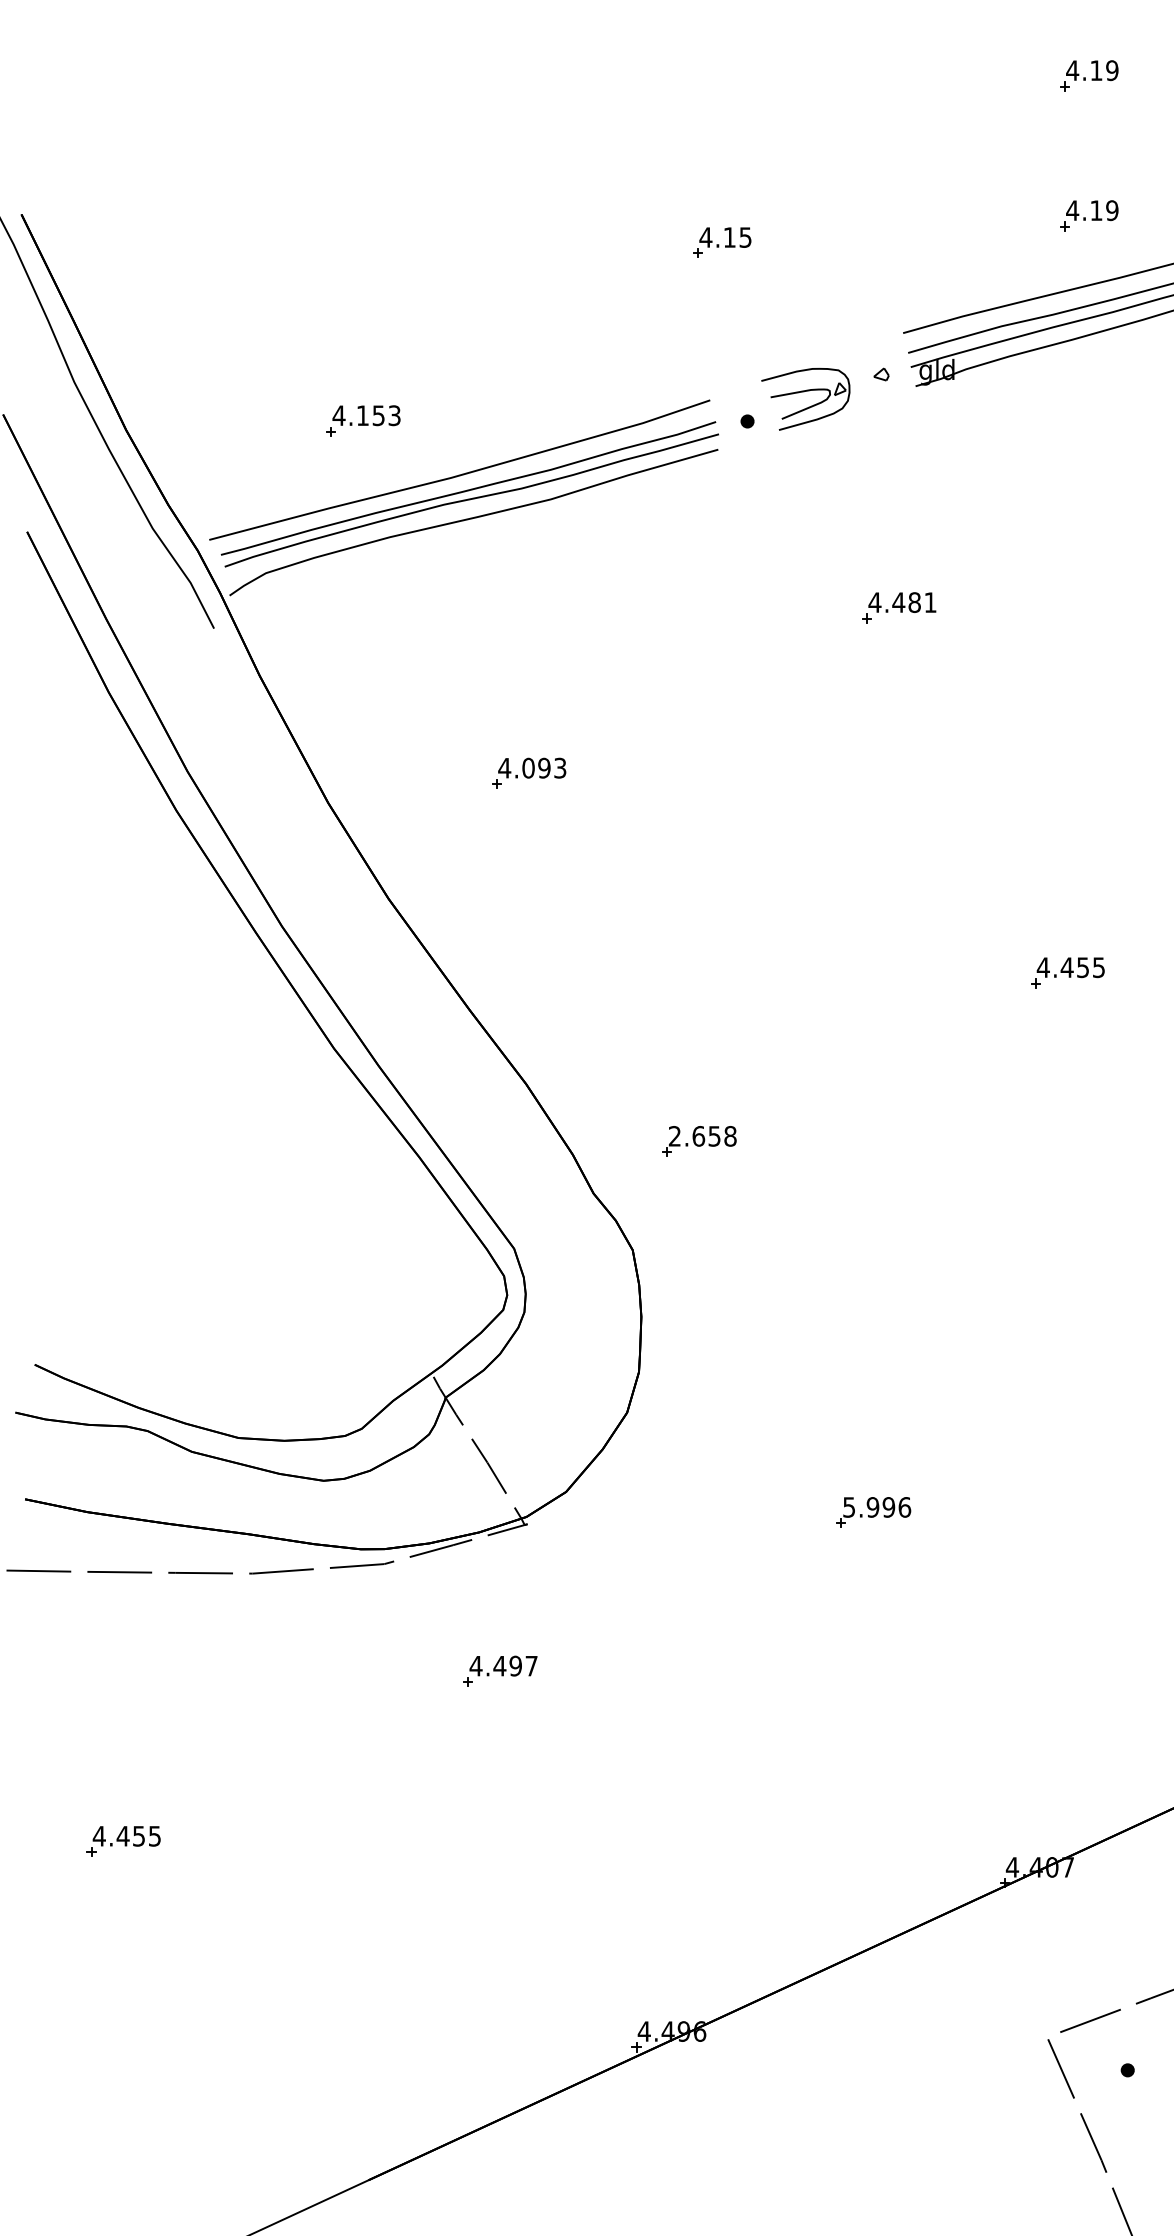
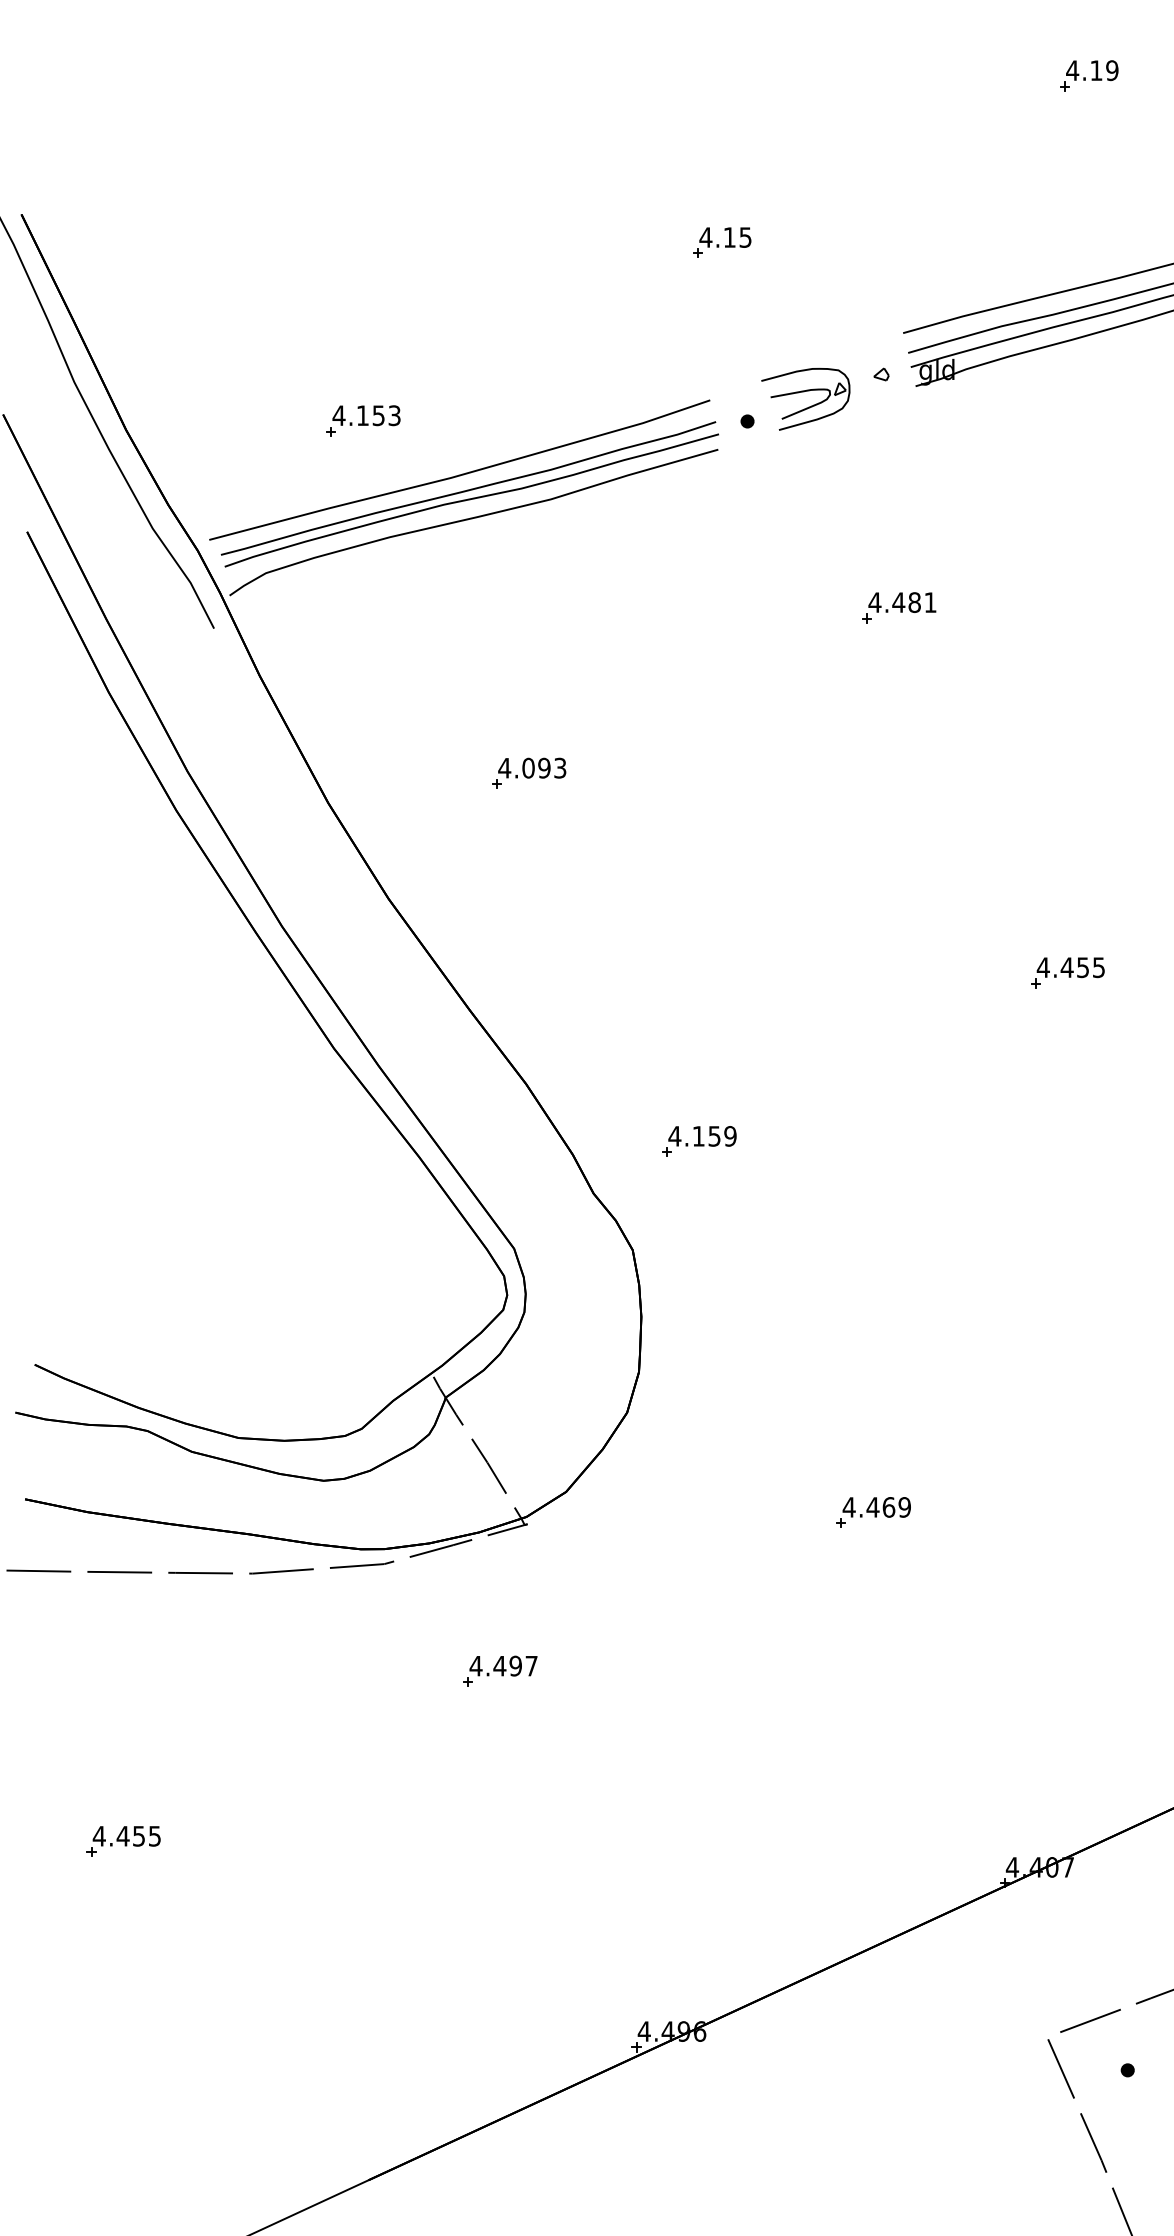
part at (1089, 215): present -> none
text at (702, 1136): 2.658 -> 4.159
text at (876, 1507): 5.996 -> 4.469
